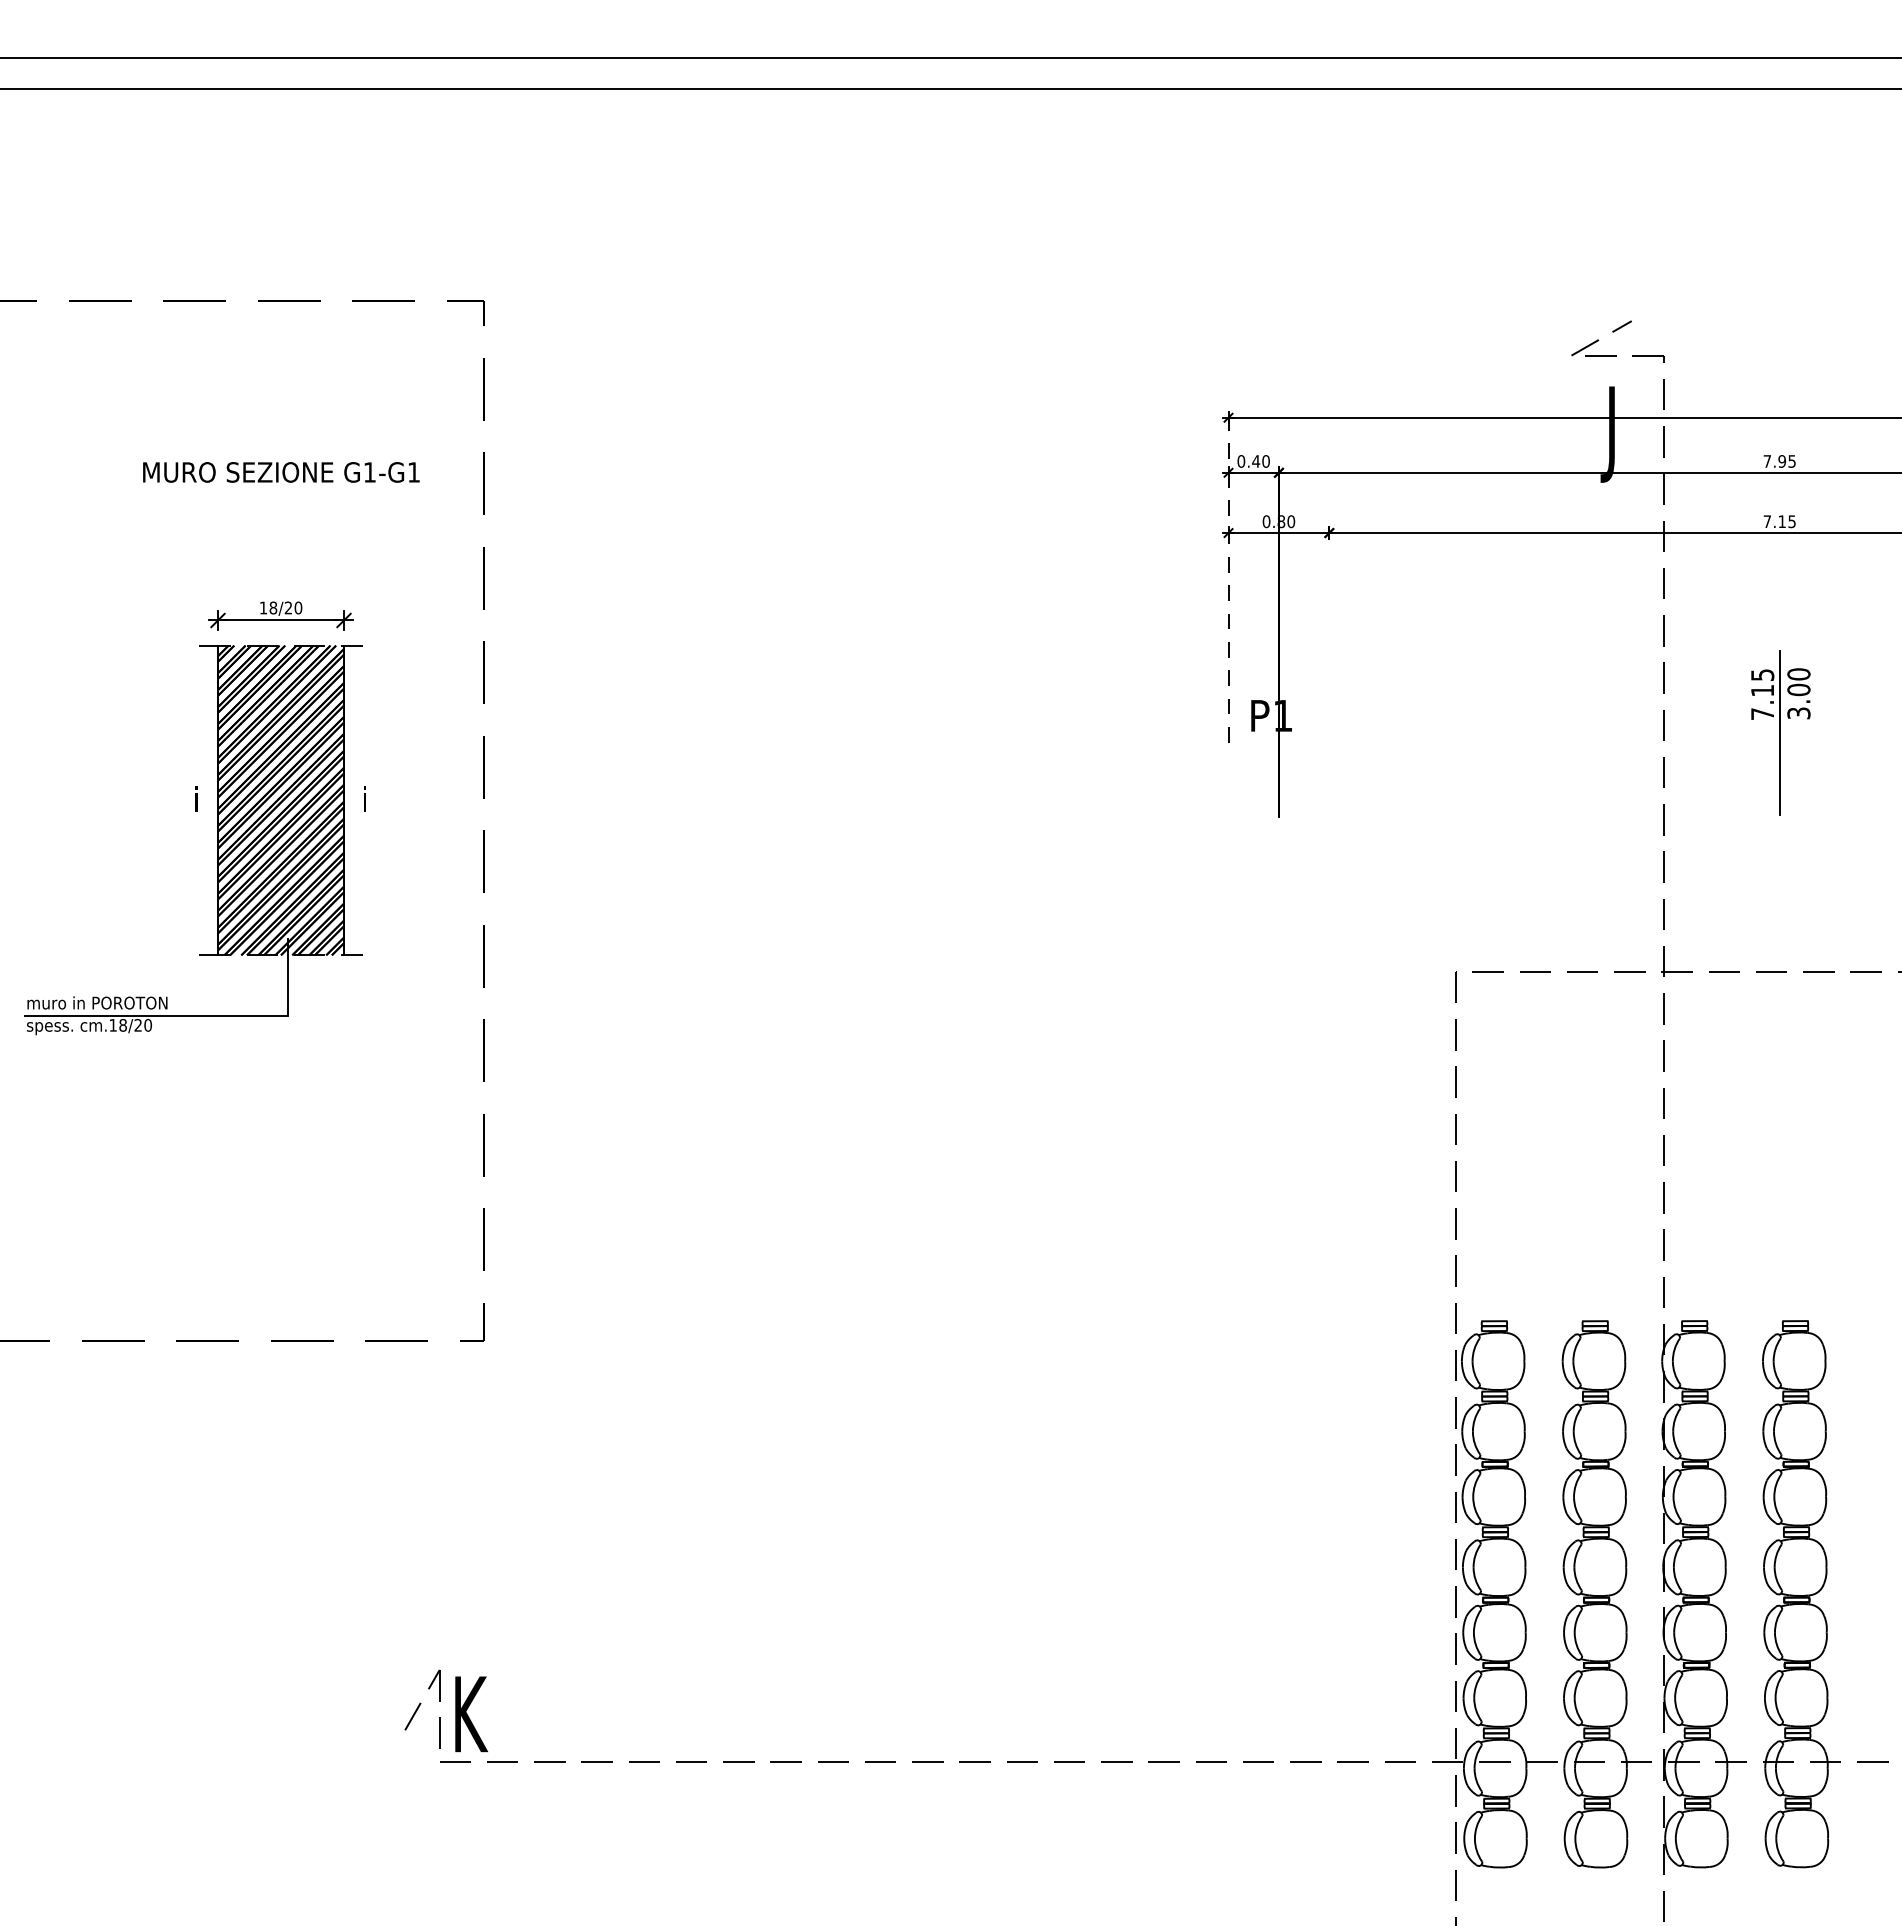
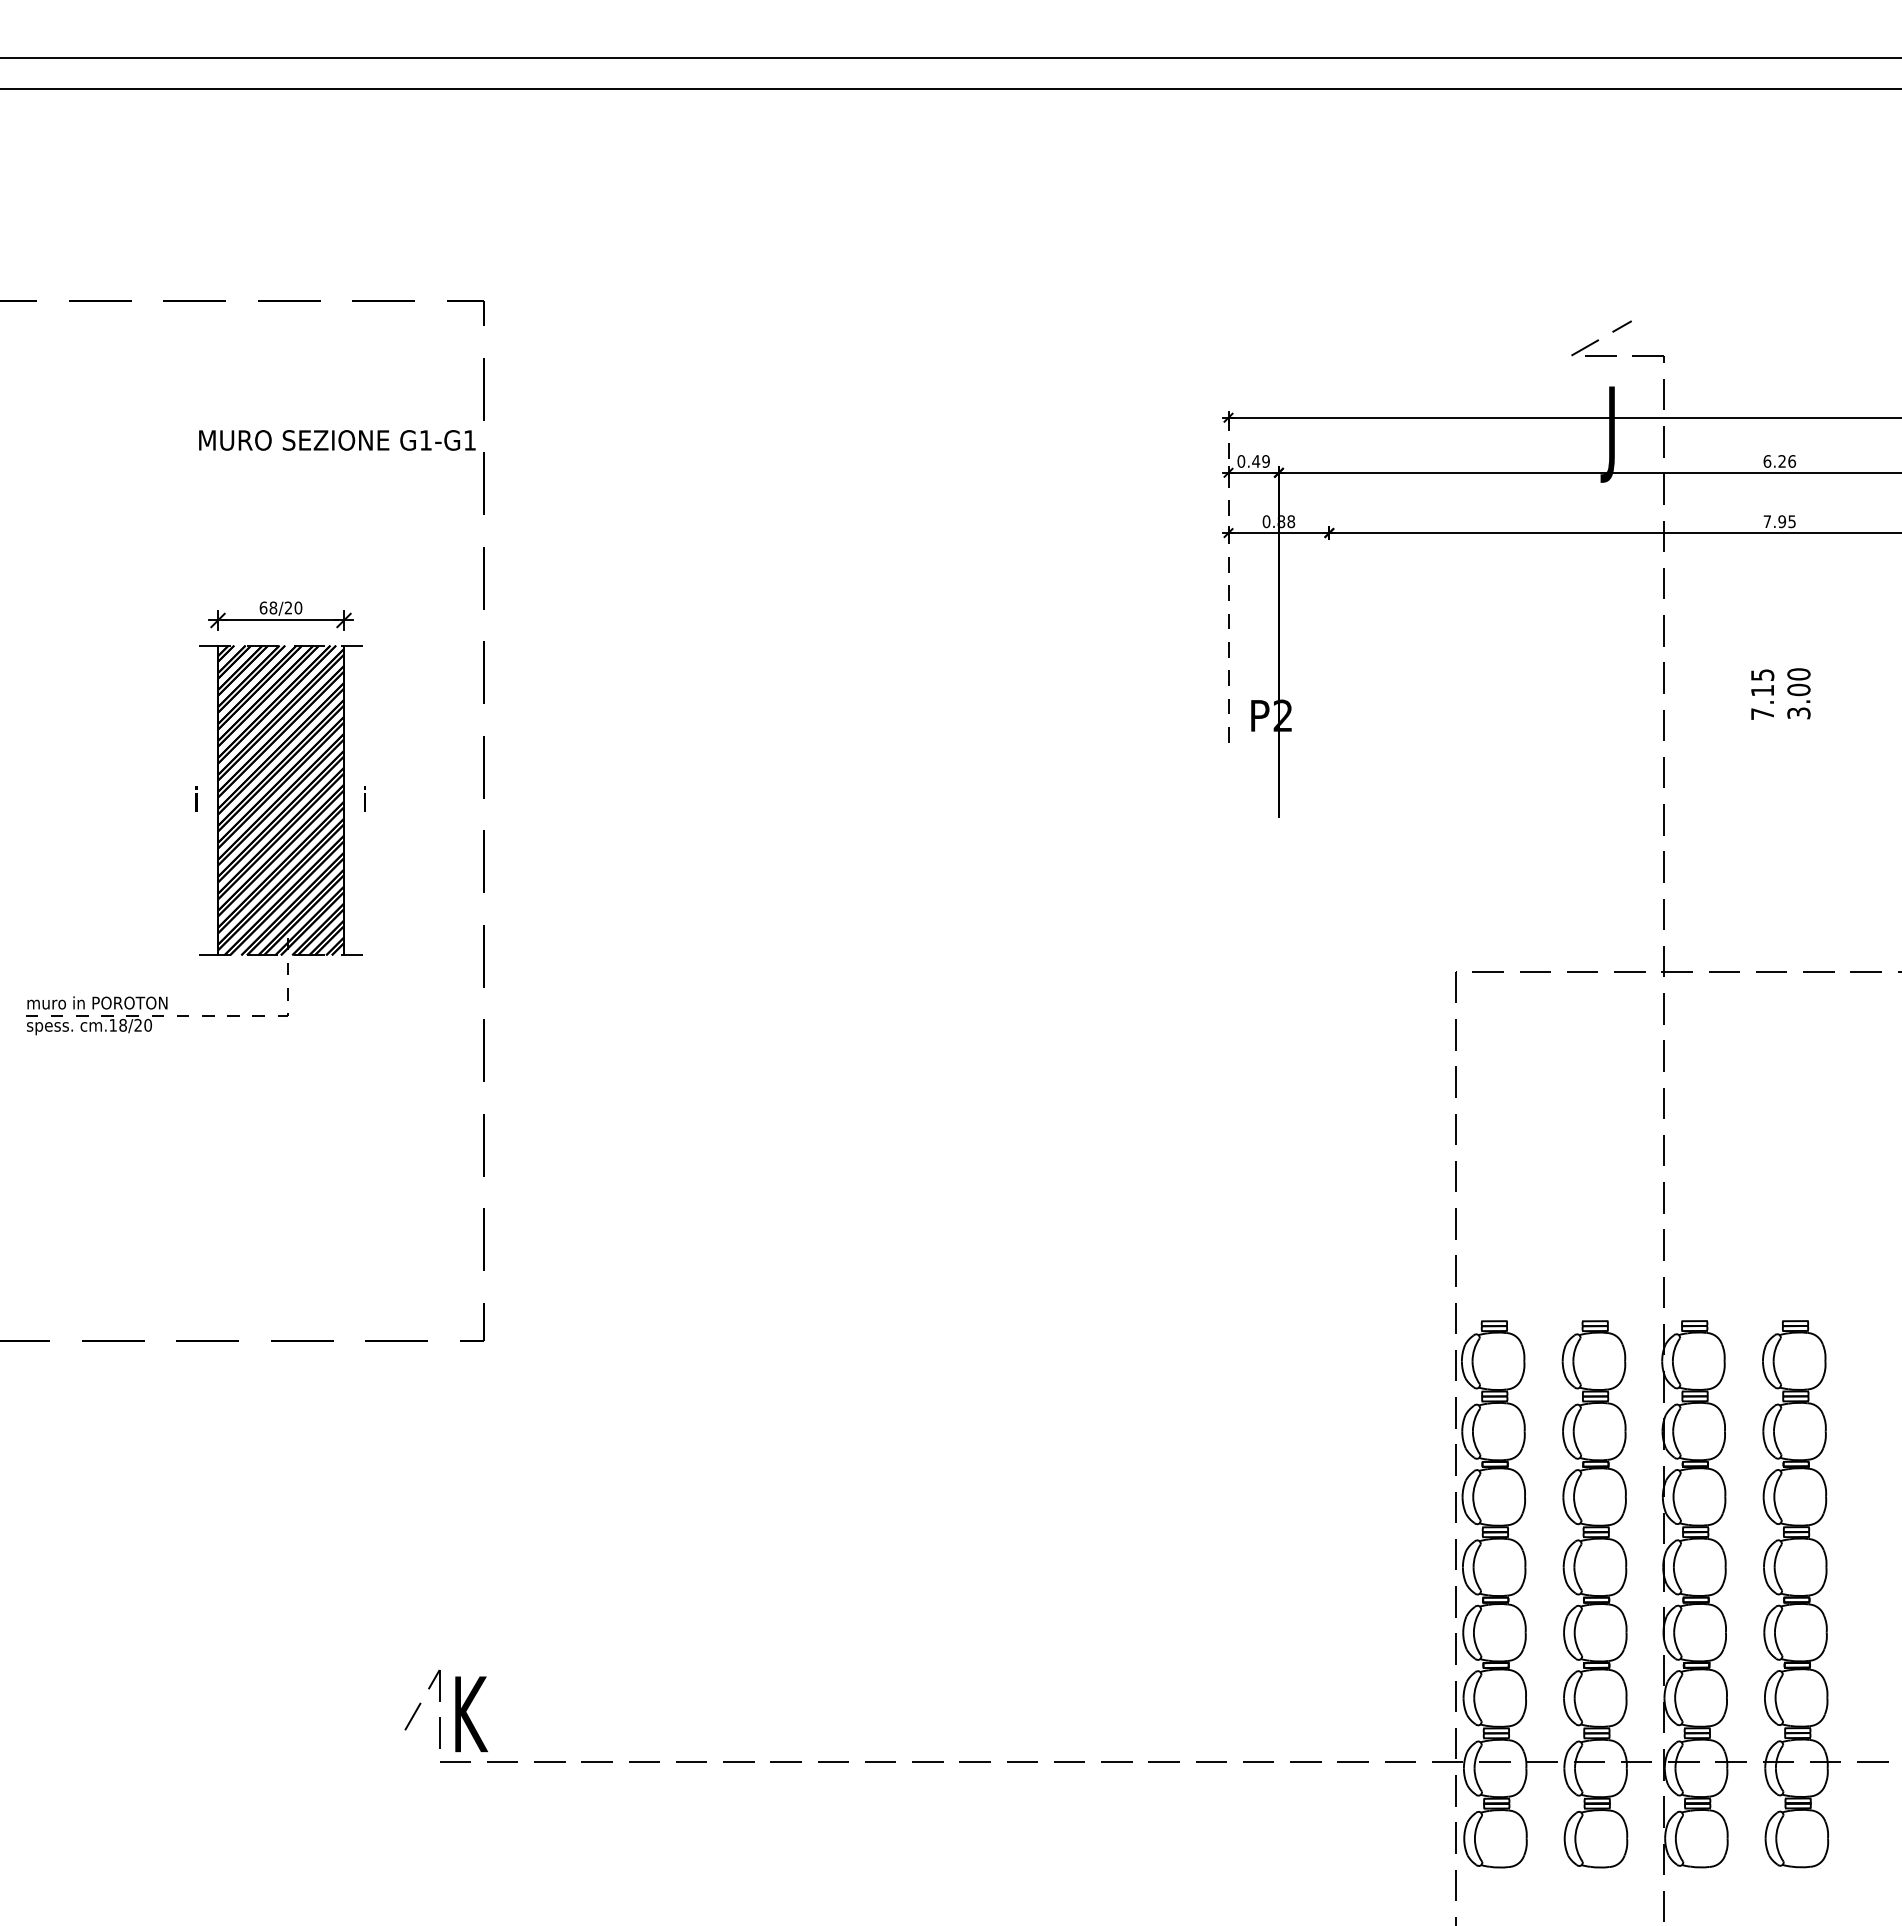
text at (1265, 461): 0.40 -> 0.49
text at (1779, 461): 7.95 -> 6.26
text at (281, 472) position: (281, 472) -> (337, 440)
text at (1291, 521): 0.80 -> 0.88
text at (1782, 521): 7.15 -> 7.95
text at (263, 607): 18/20 -> 68/20
text at (1282, 715): P1 -> P2
line at (1779, 732): present -> none
line at (195, 1015): solid -> dashed
